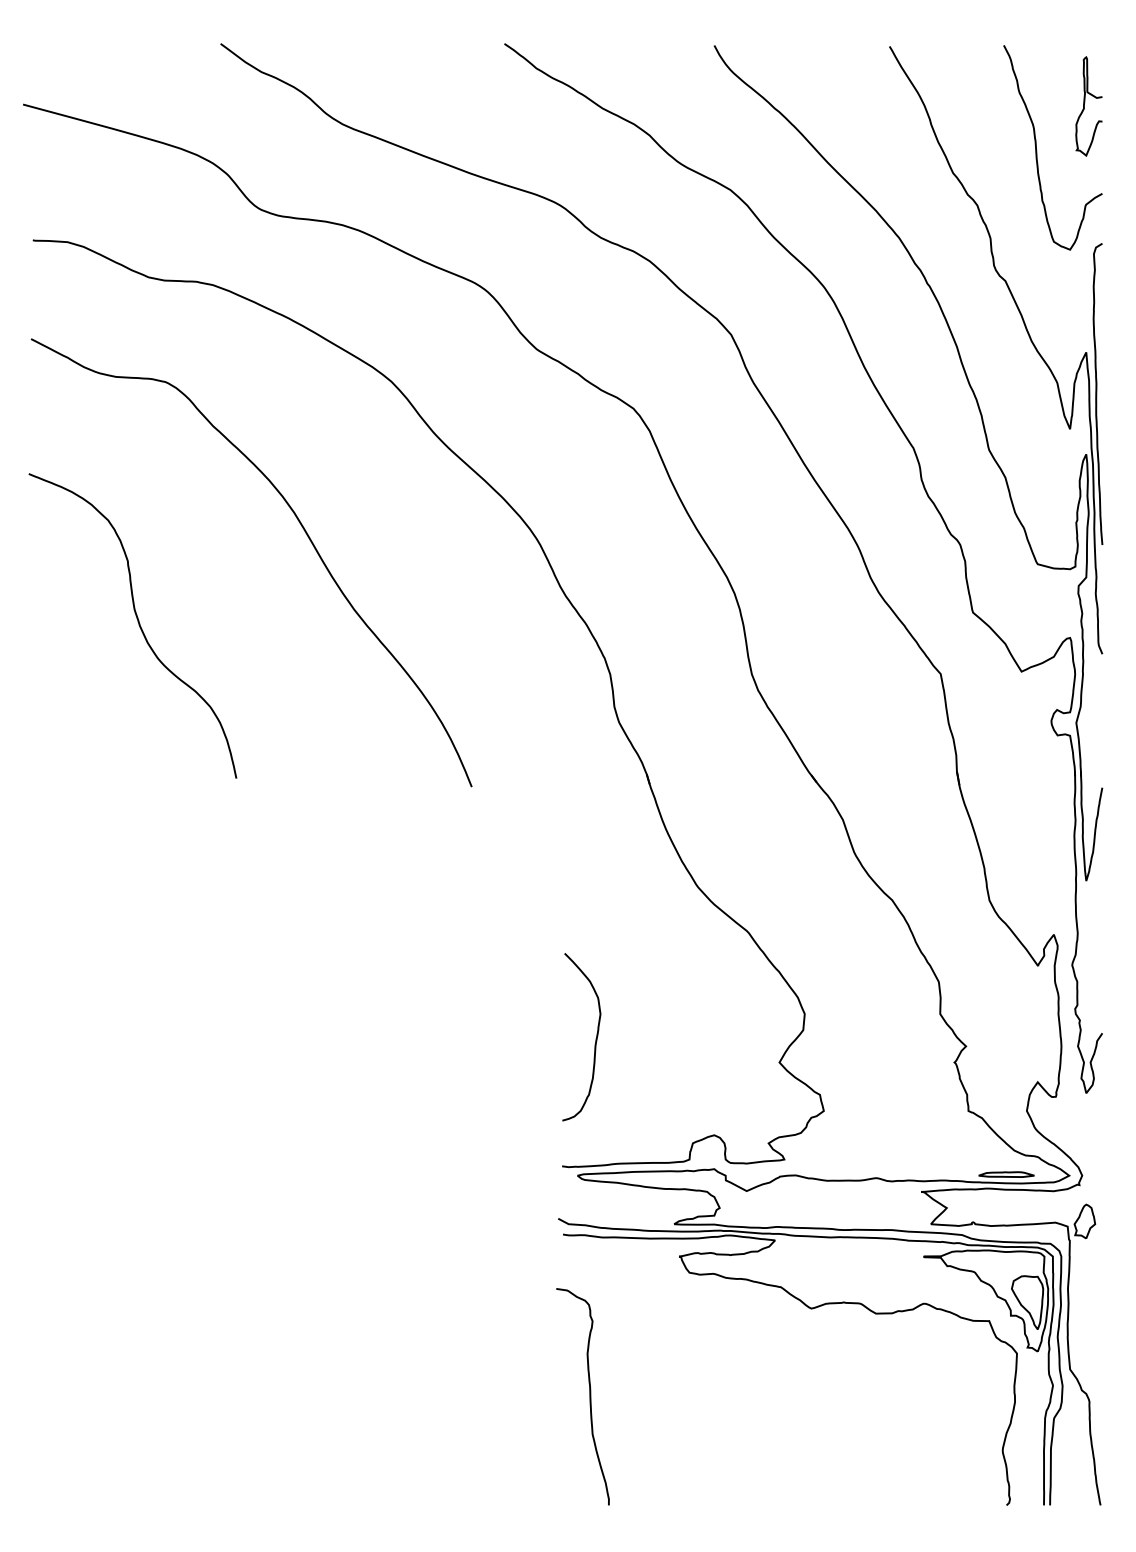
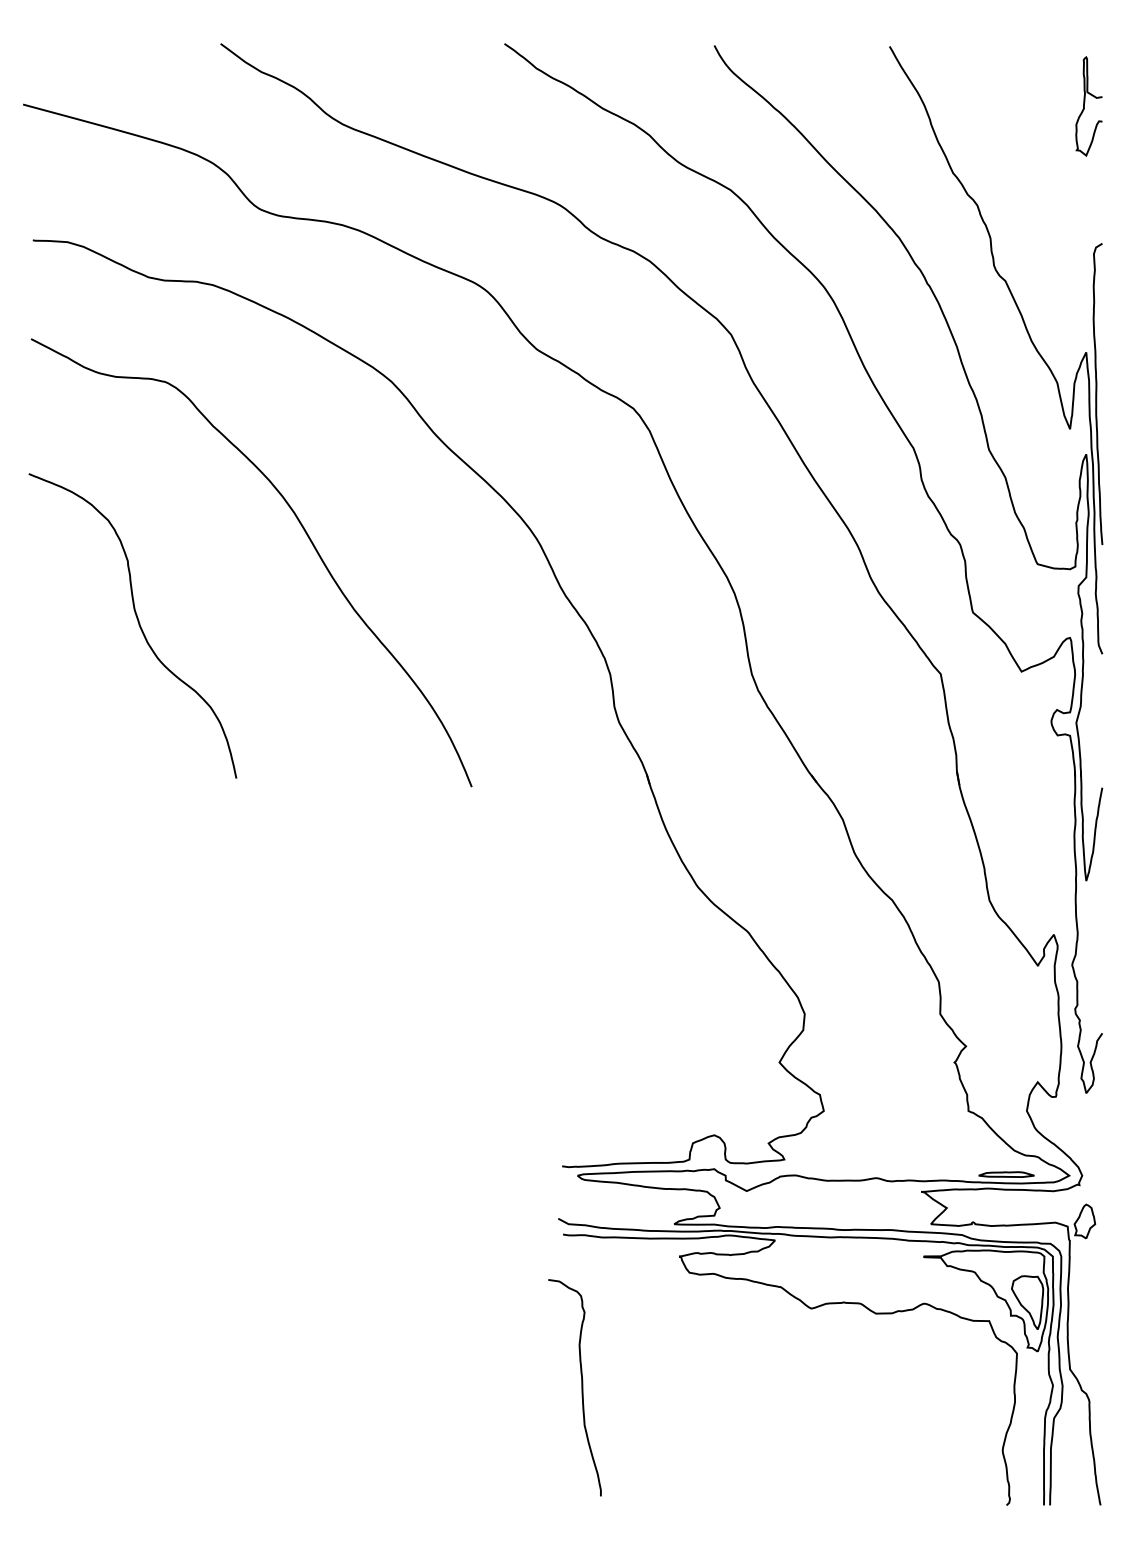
curve at (1037, 150): present -> none
curve at (595, 1038): present -> none
curve at (589, 1396) position: (589, 1396) -> (581, 1387)
